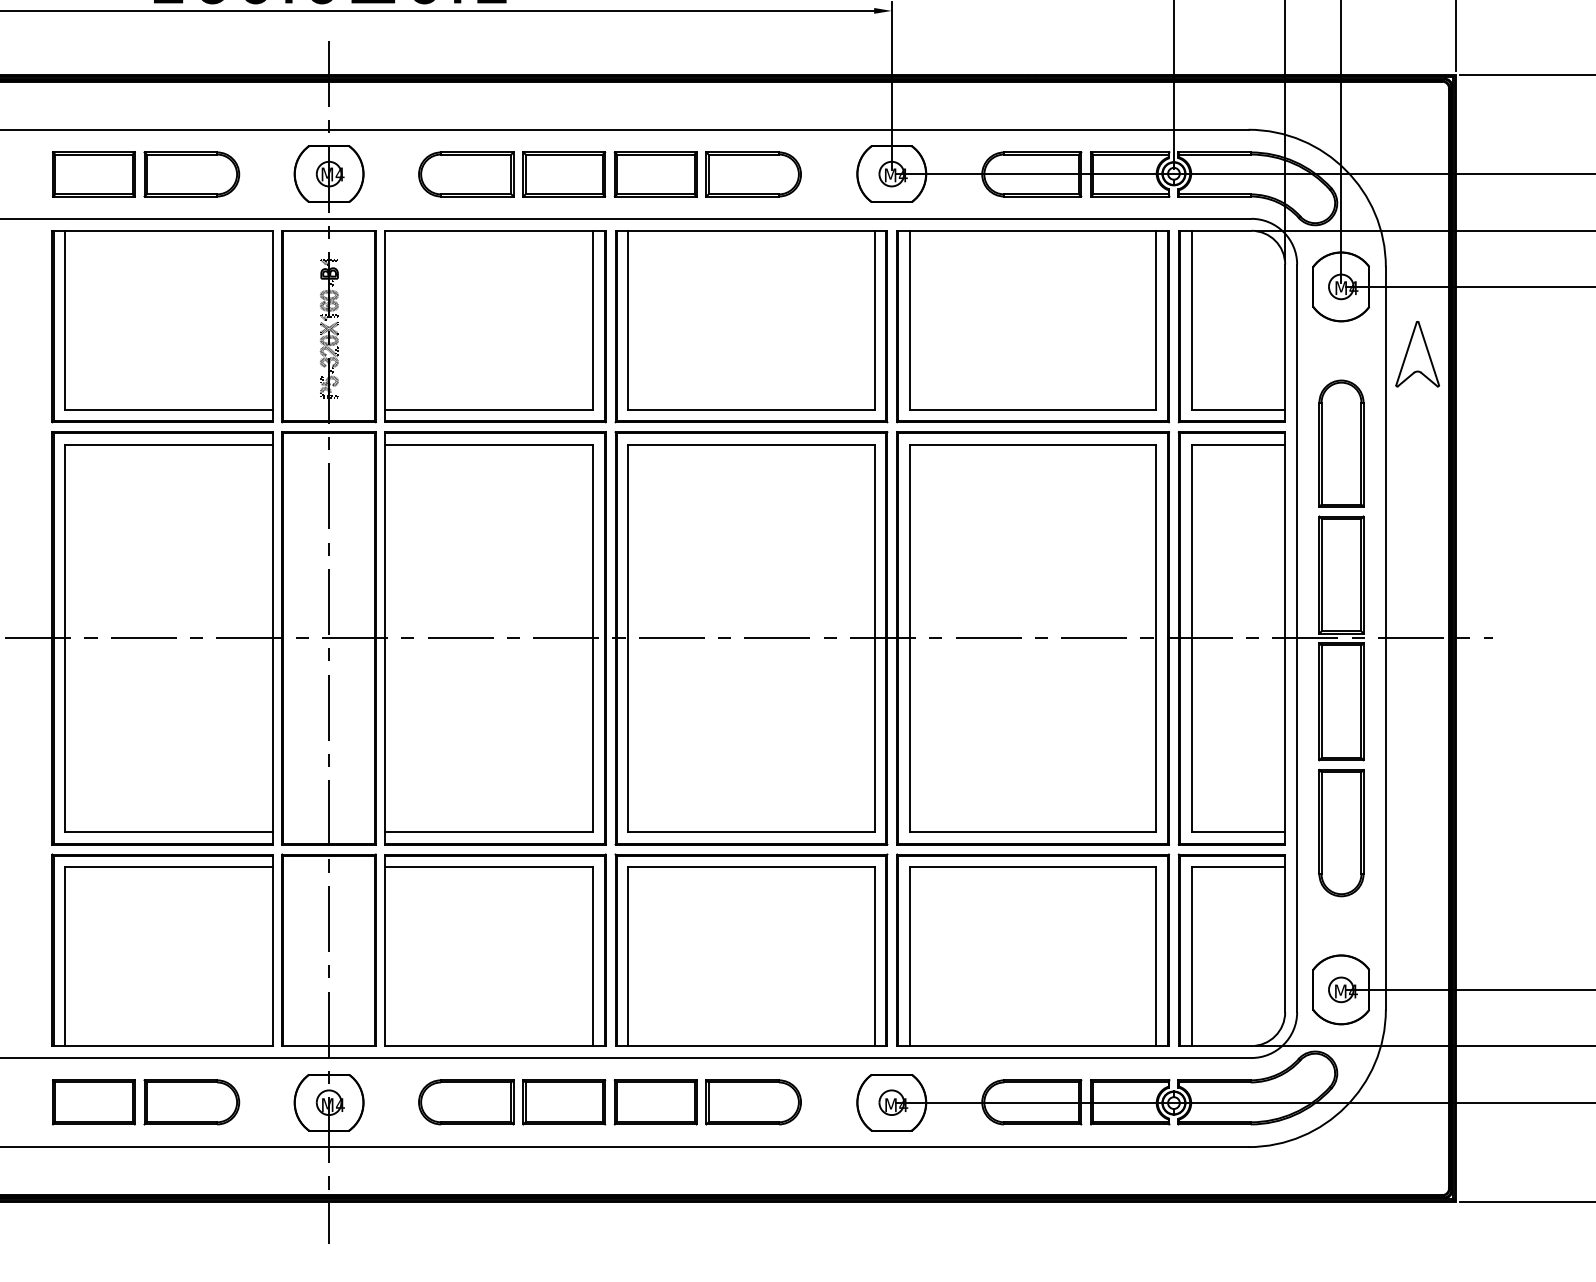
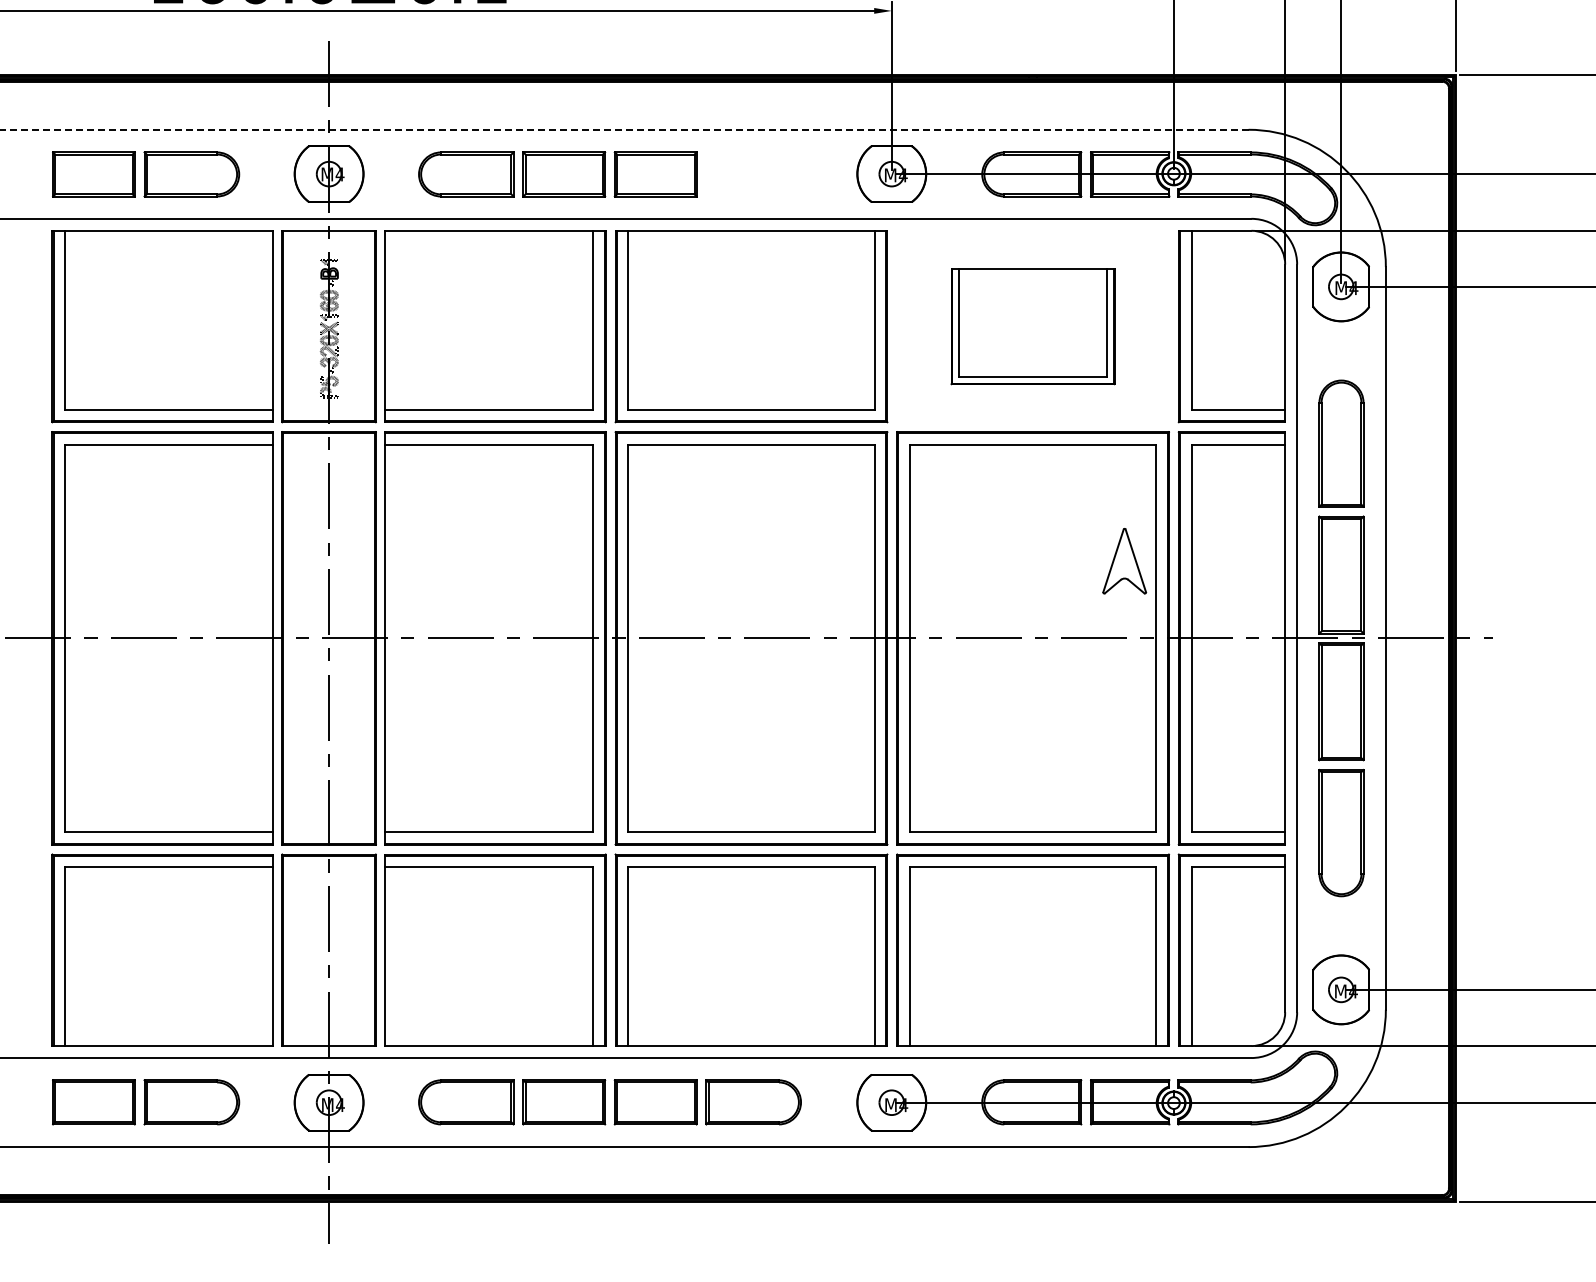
line at (624, 129): solid -> dashed
part at (753, 174): present -> none
part at (1032, 326) size: 274x194 px -> 166x118 px
part at (1417, 354) position: (1417, 354) -> (1124, 561)
